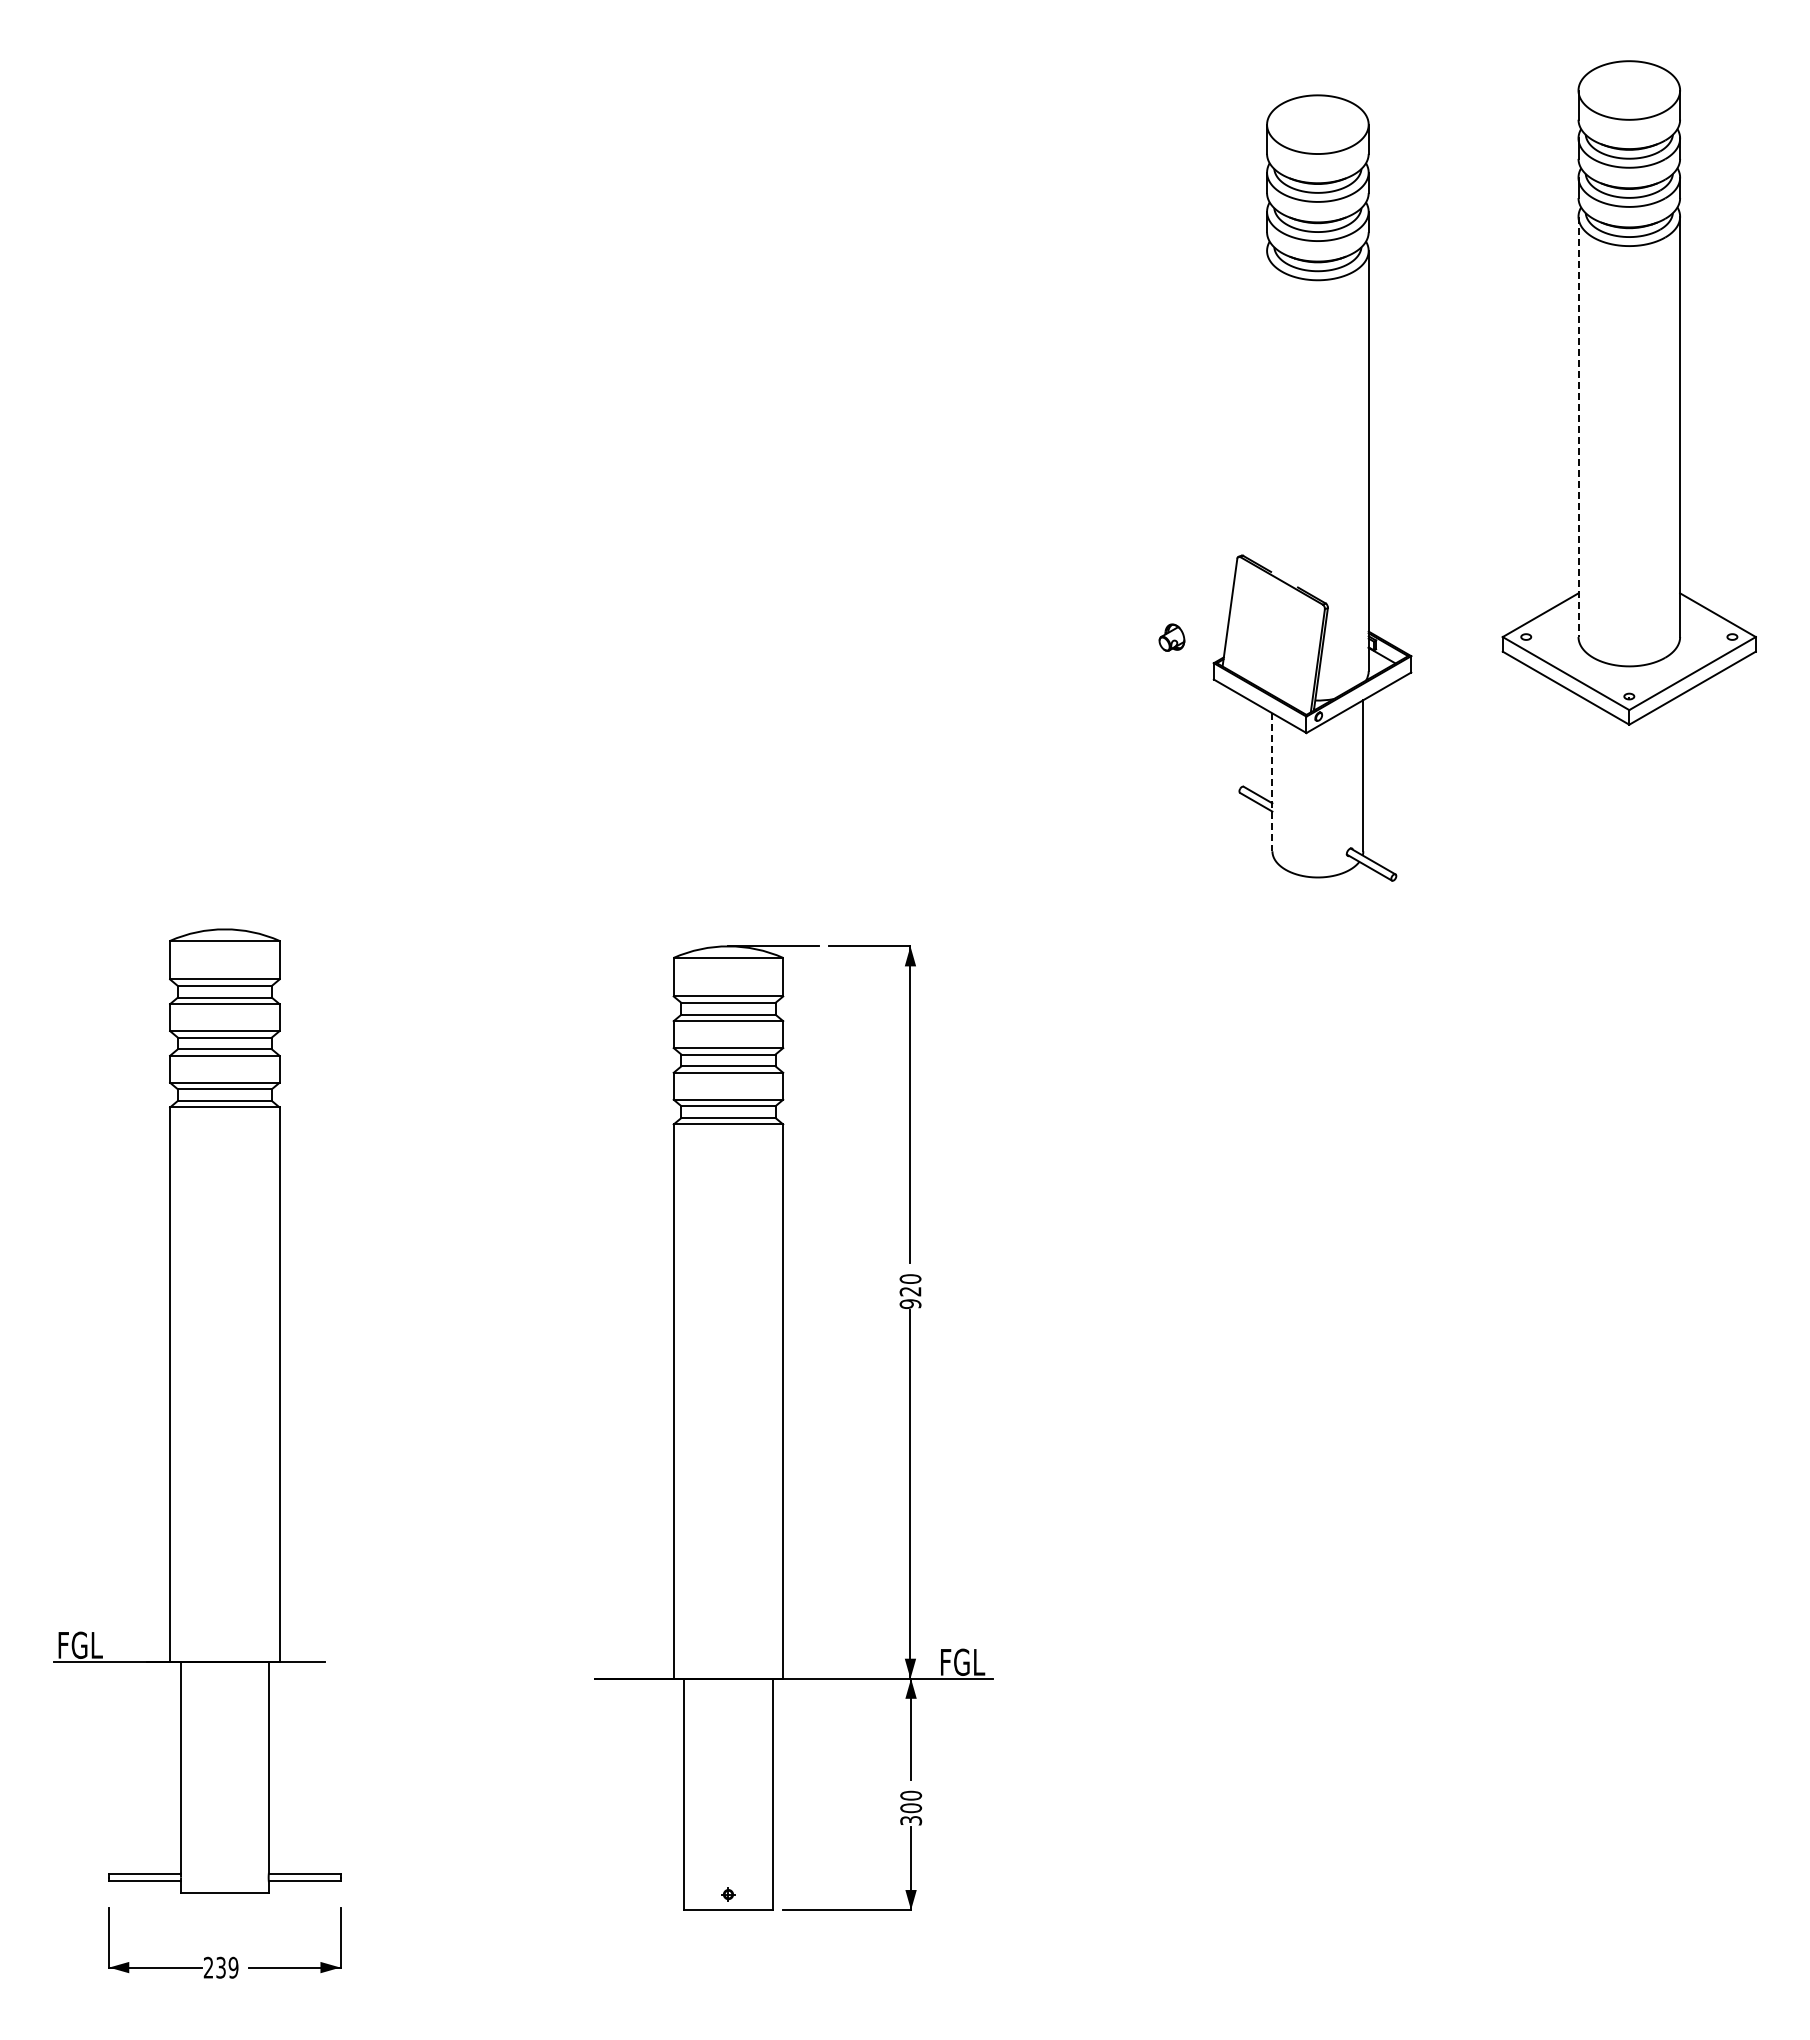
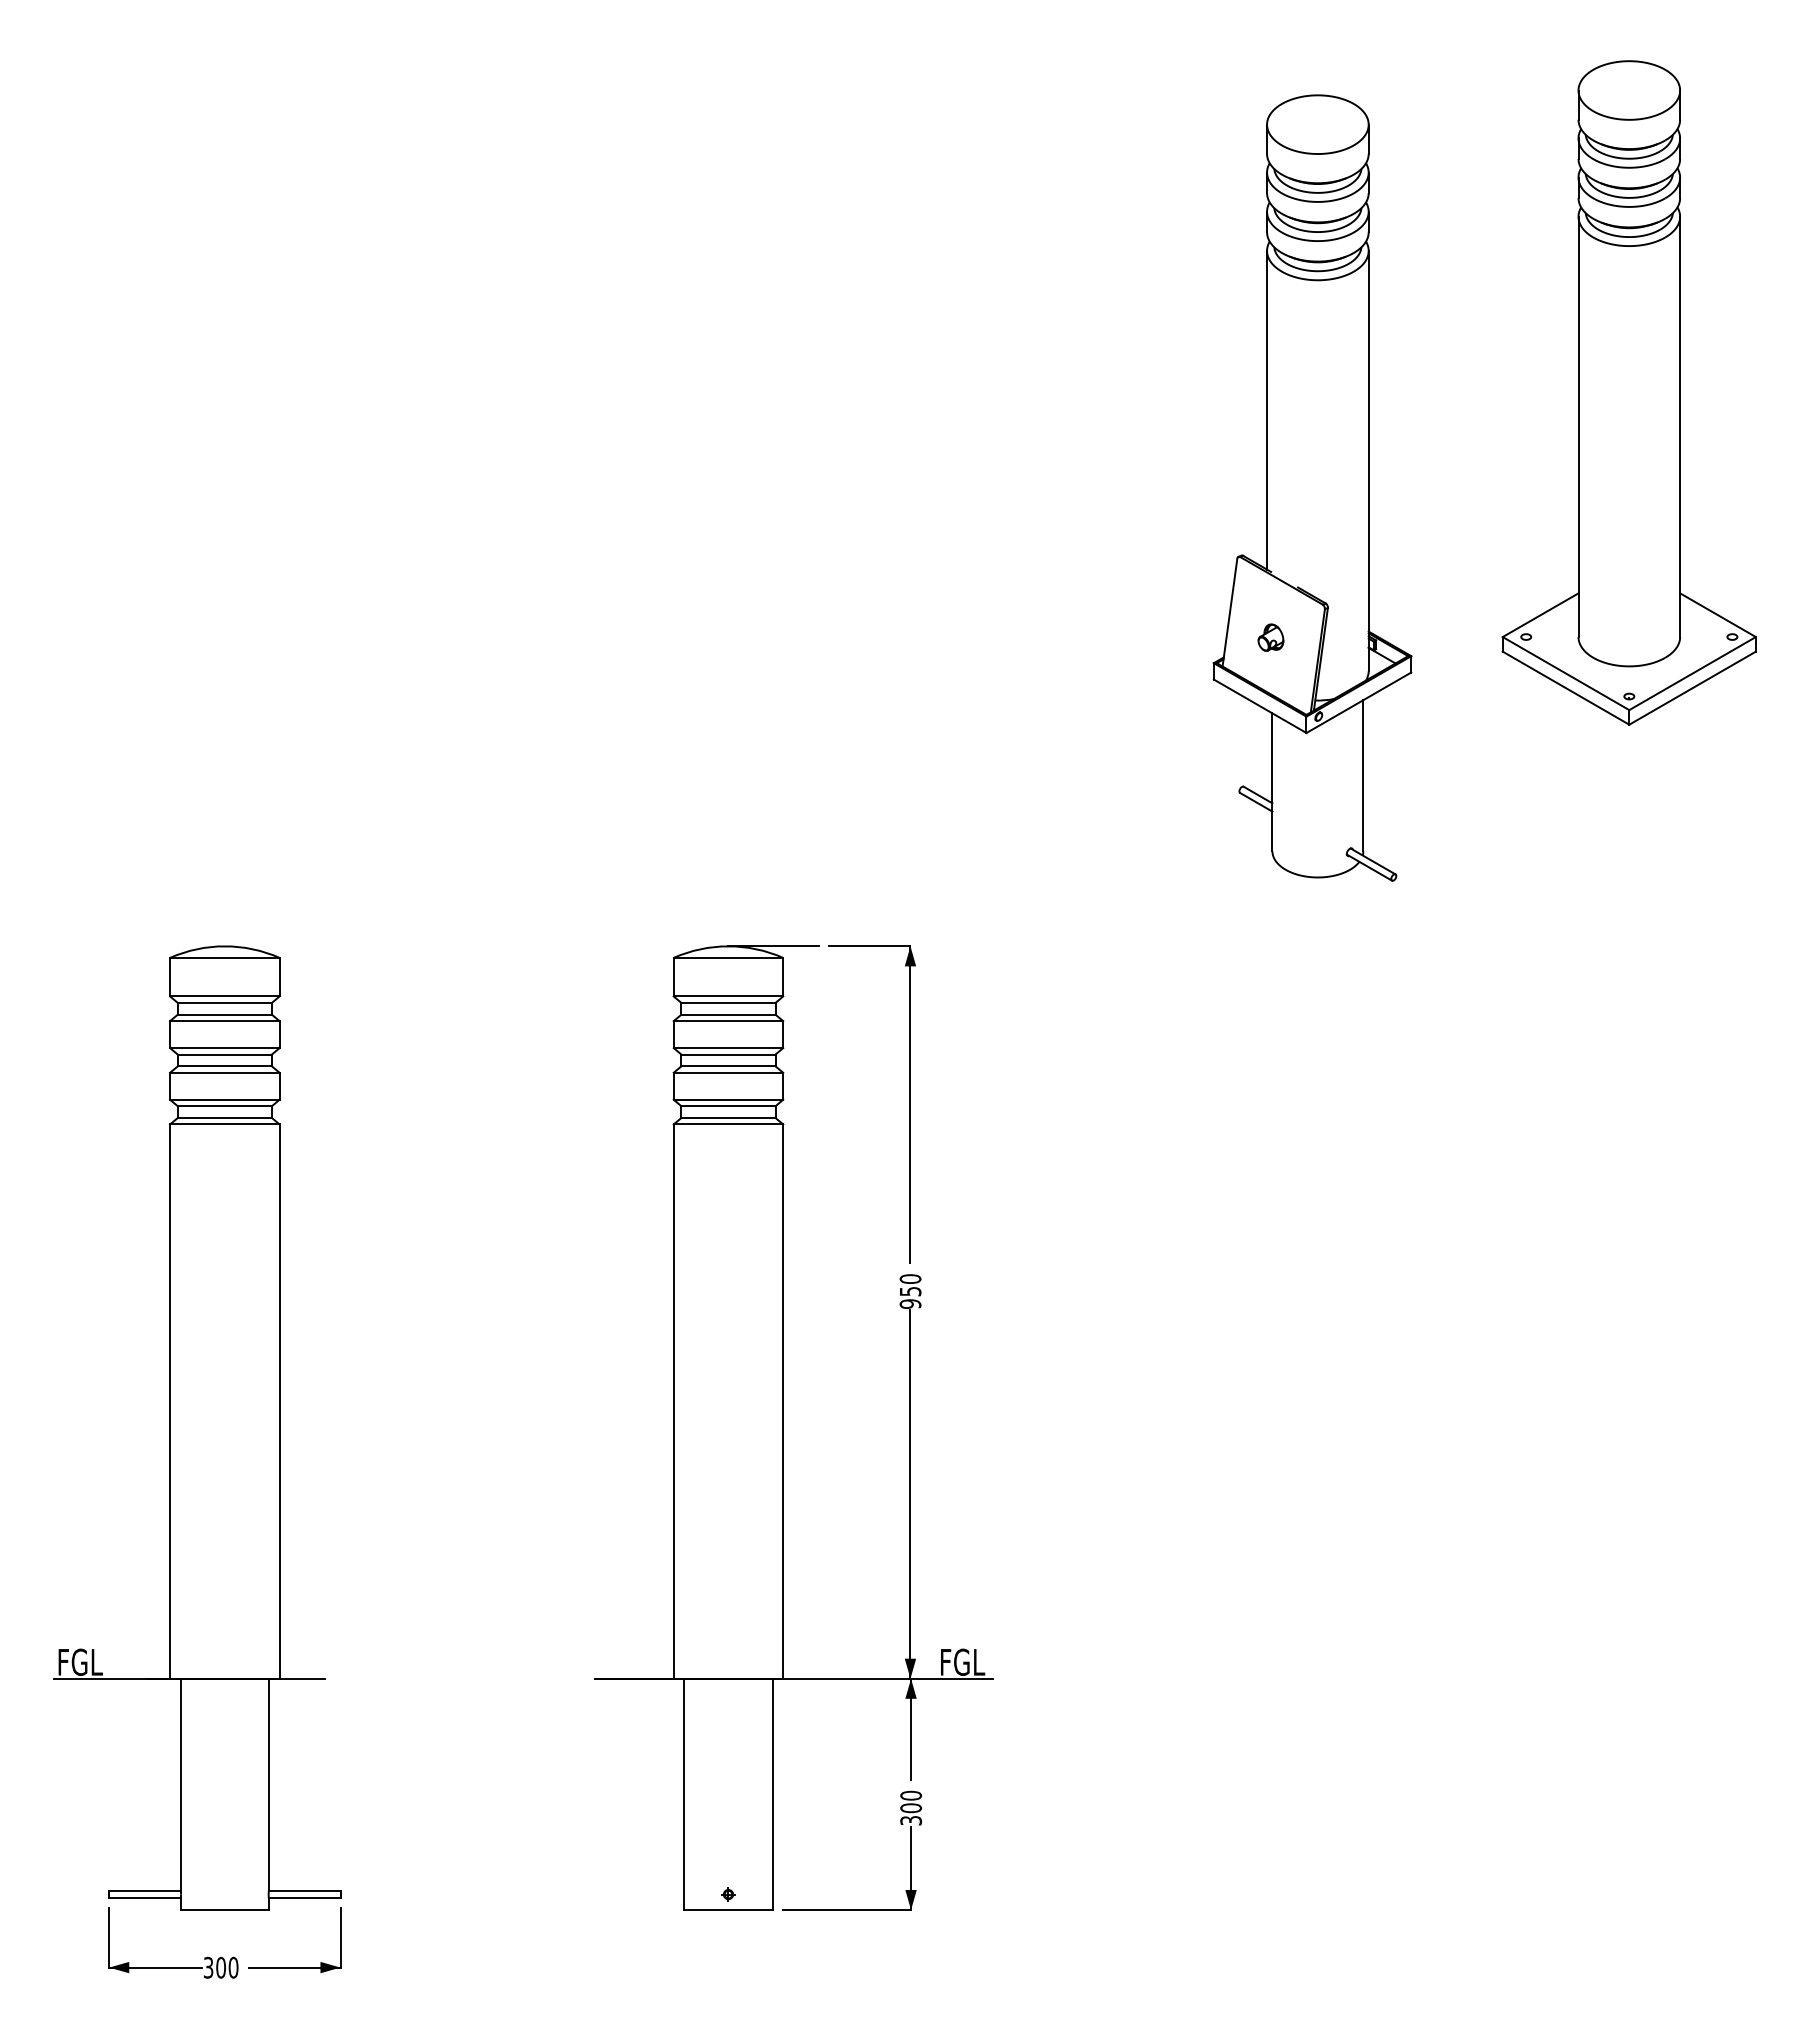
line at (1267, 409): none -> present
line at (1578, 427): dashed -> solid
part at (1171, 637) position: (1171, 637) -> (1270, 637)
line at (1272, 782): dashed -> solid
text at (910, 1291): 920 -> 950
part at (197, 1410) position: (197, 1410) -> (197, 1427)
text at (221, 1967): 239 -> 300
